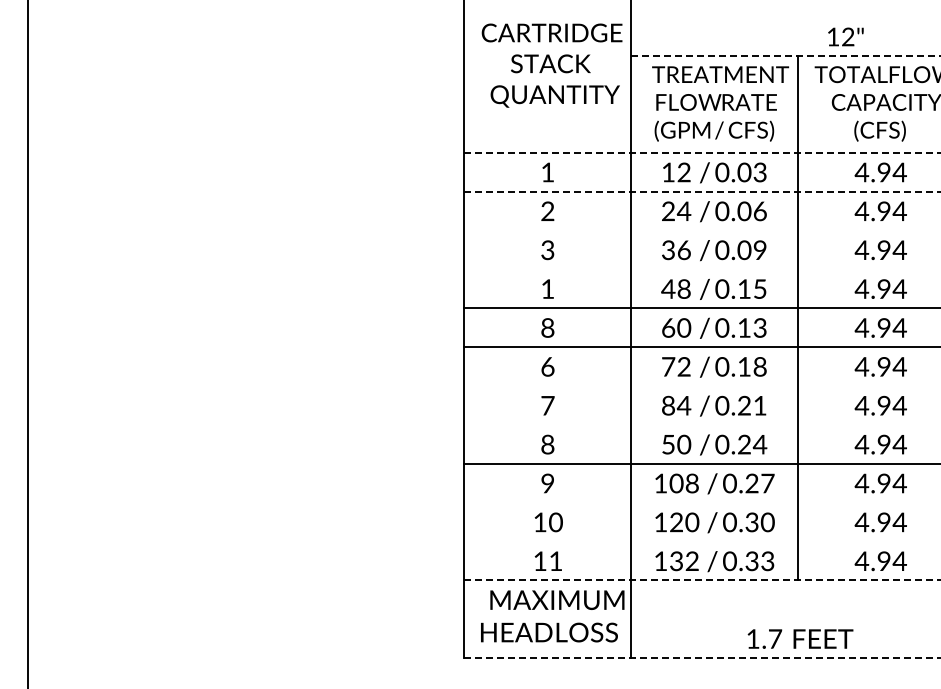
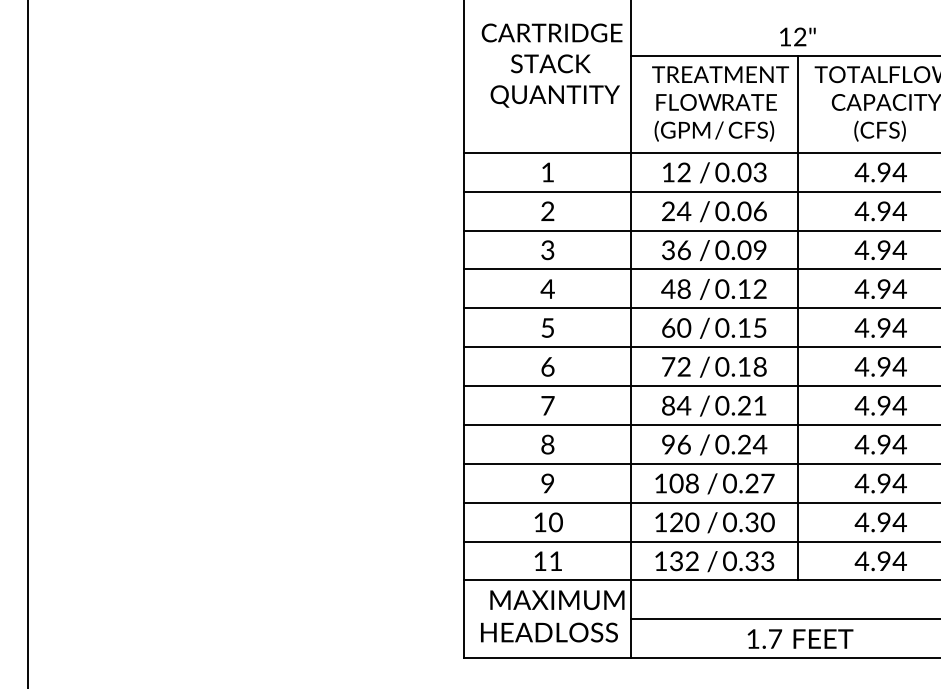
text at (845, 36) position: (845, 36) -> (797, 36)
line at (785, 56): dashed -> solid
line at (702, 152): dashed -> solid
line at (702, 191): dashed -> solid
line at (700, 230): none -> present
line at (700, 269): none -> present
text at (547, 288): 1 -> 4
text at (759, 288): 0.15 -> 0.12
text at (547, 327): 8 -> 5
text at (759, 327): 0.13 -> 0.15
line at (700, 386): none -> present
line at (700, 424): none -> present
text at (676, 444): 50 -> 96
line at (700, 502): none -> present
line at (700, 541): none -> present
line at (702, 580): dashed -> solid
line at (783, 619): none -> present
line at (702, 658): dashed -> solid
